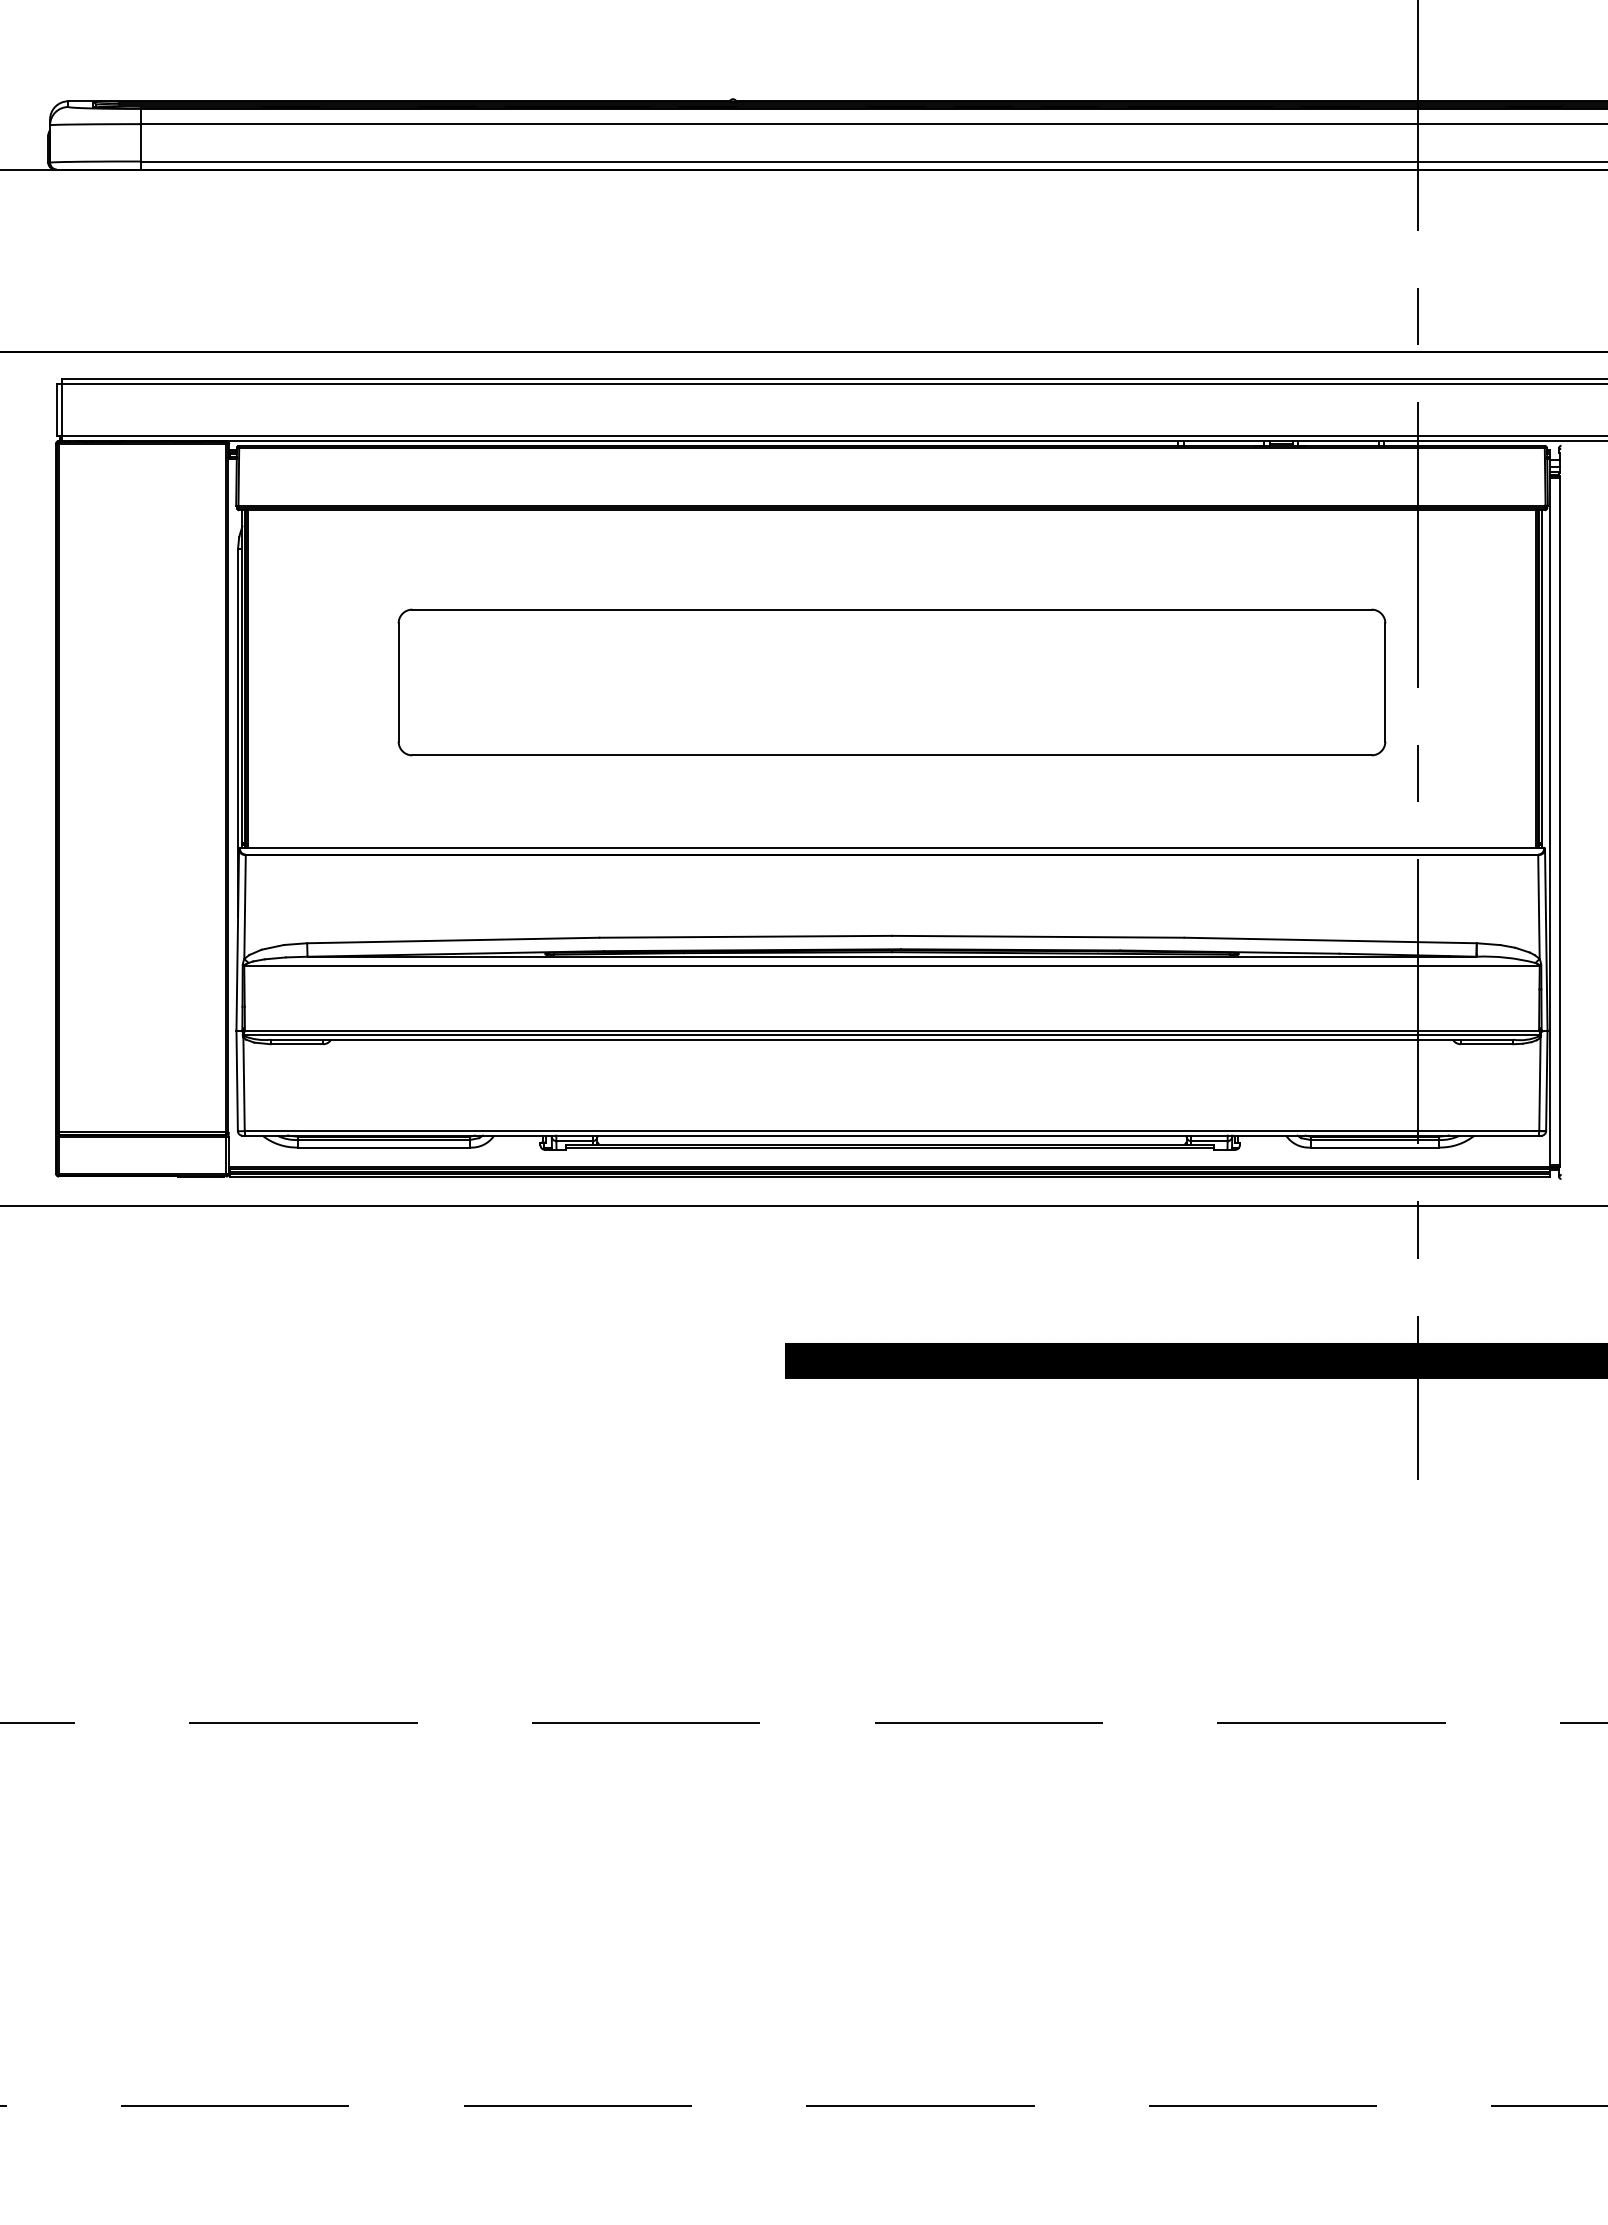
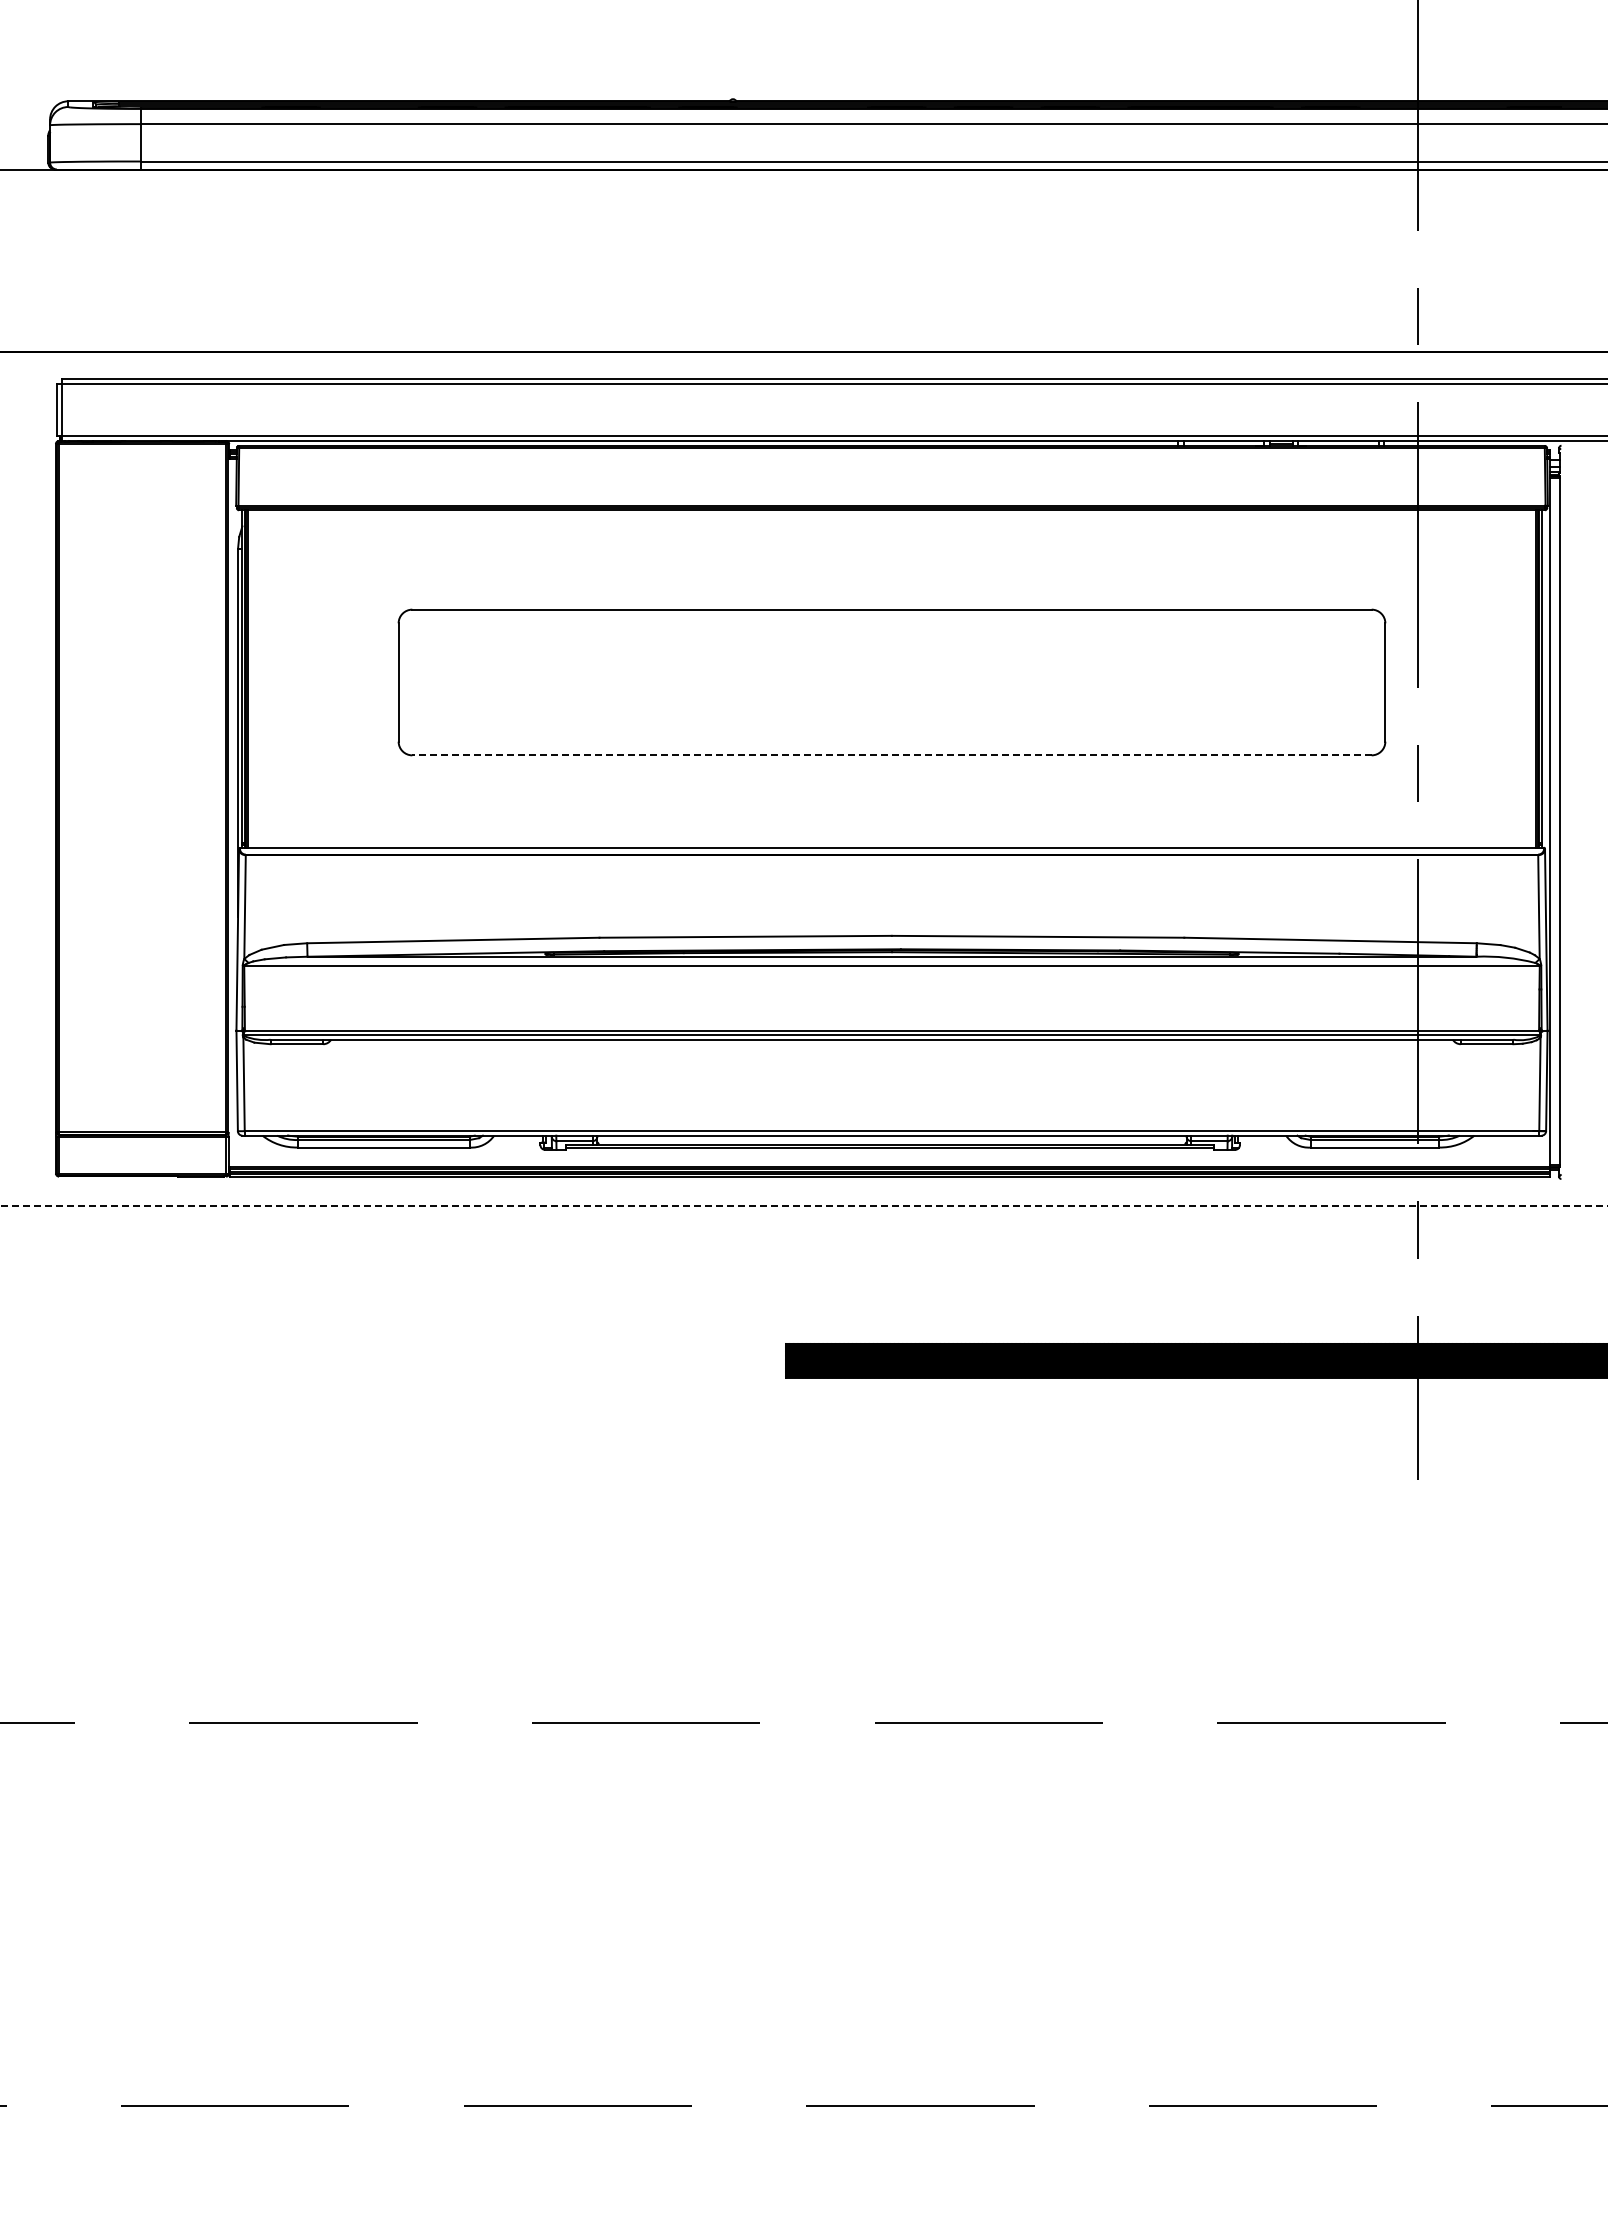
line at (892, 755): solid -> dashed
line at (804, 1206): solid -> dashed
